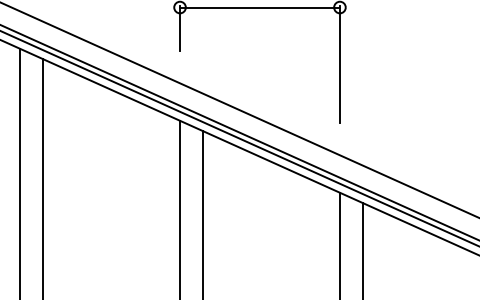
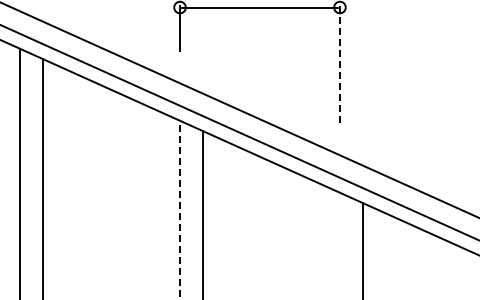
line at (339, 64): solid -> dashed
line at (239, 138): present -> none
line at (180, 209): solid -> dashed
line at (339, 244): present -> none
